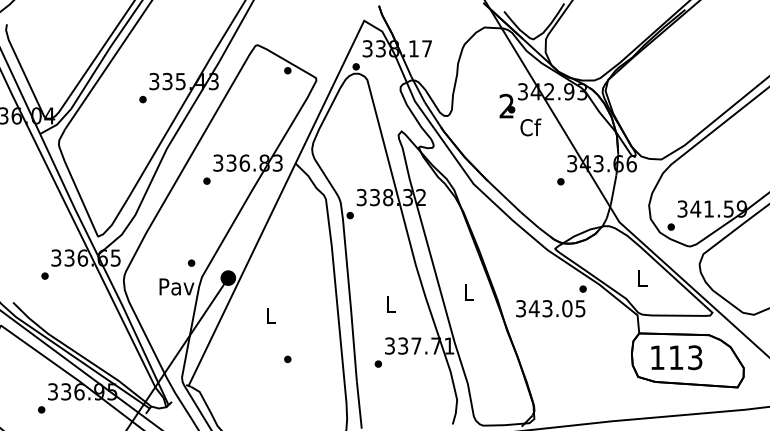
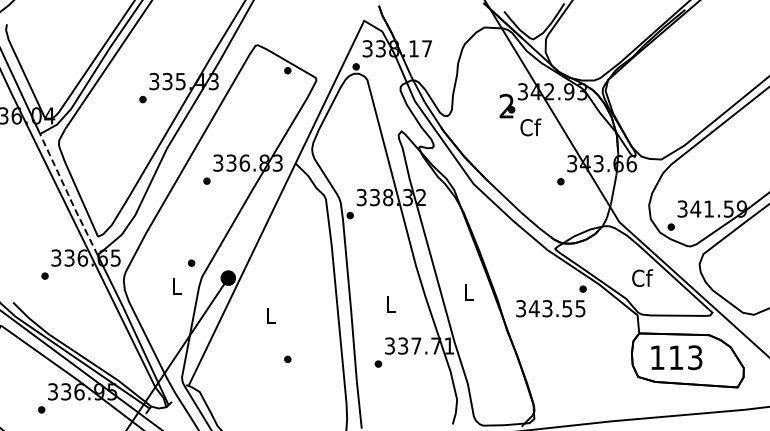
line at (68, 195): solid -> dashed
text at (642, 277): L -> Cf
text at (176, 286): Pav -> L
text at (567, 308): 343.05 -> 343.55
